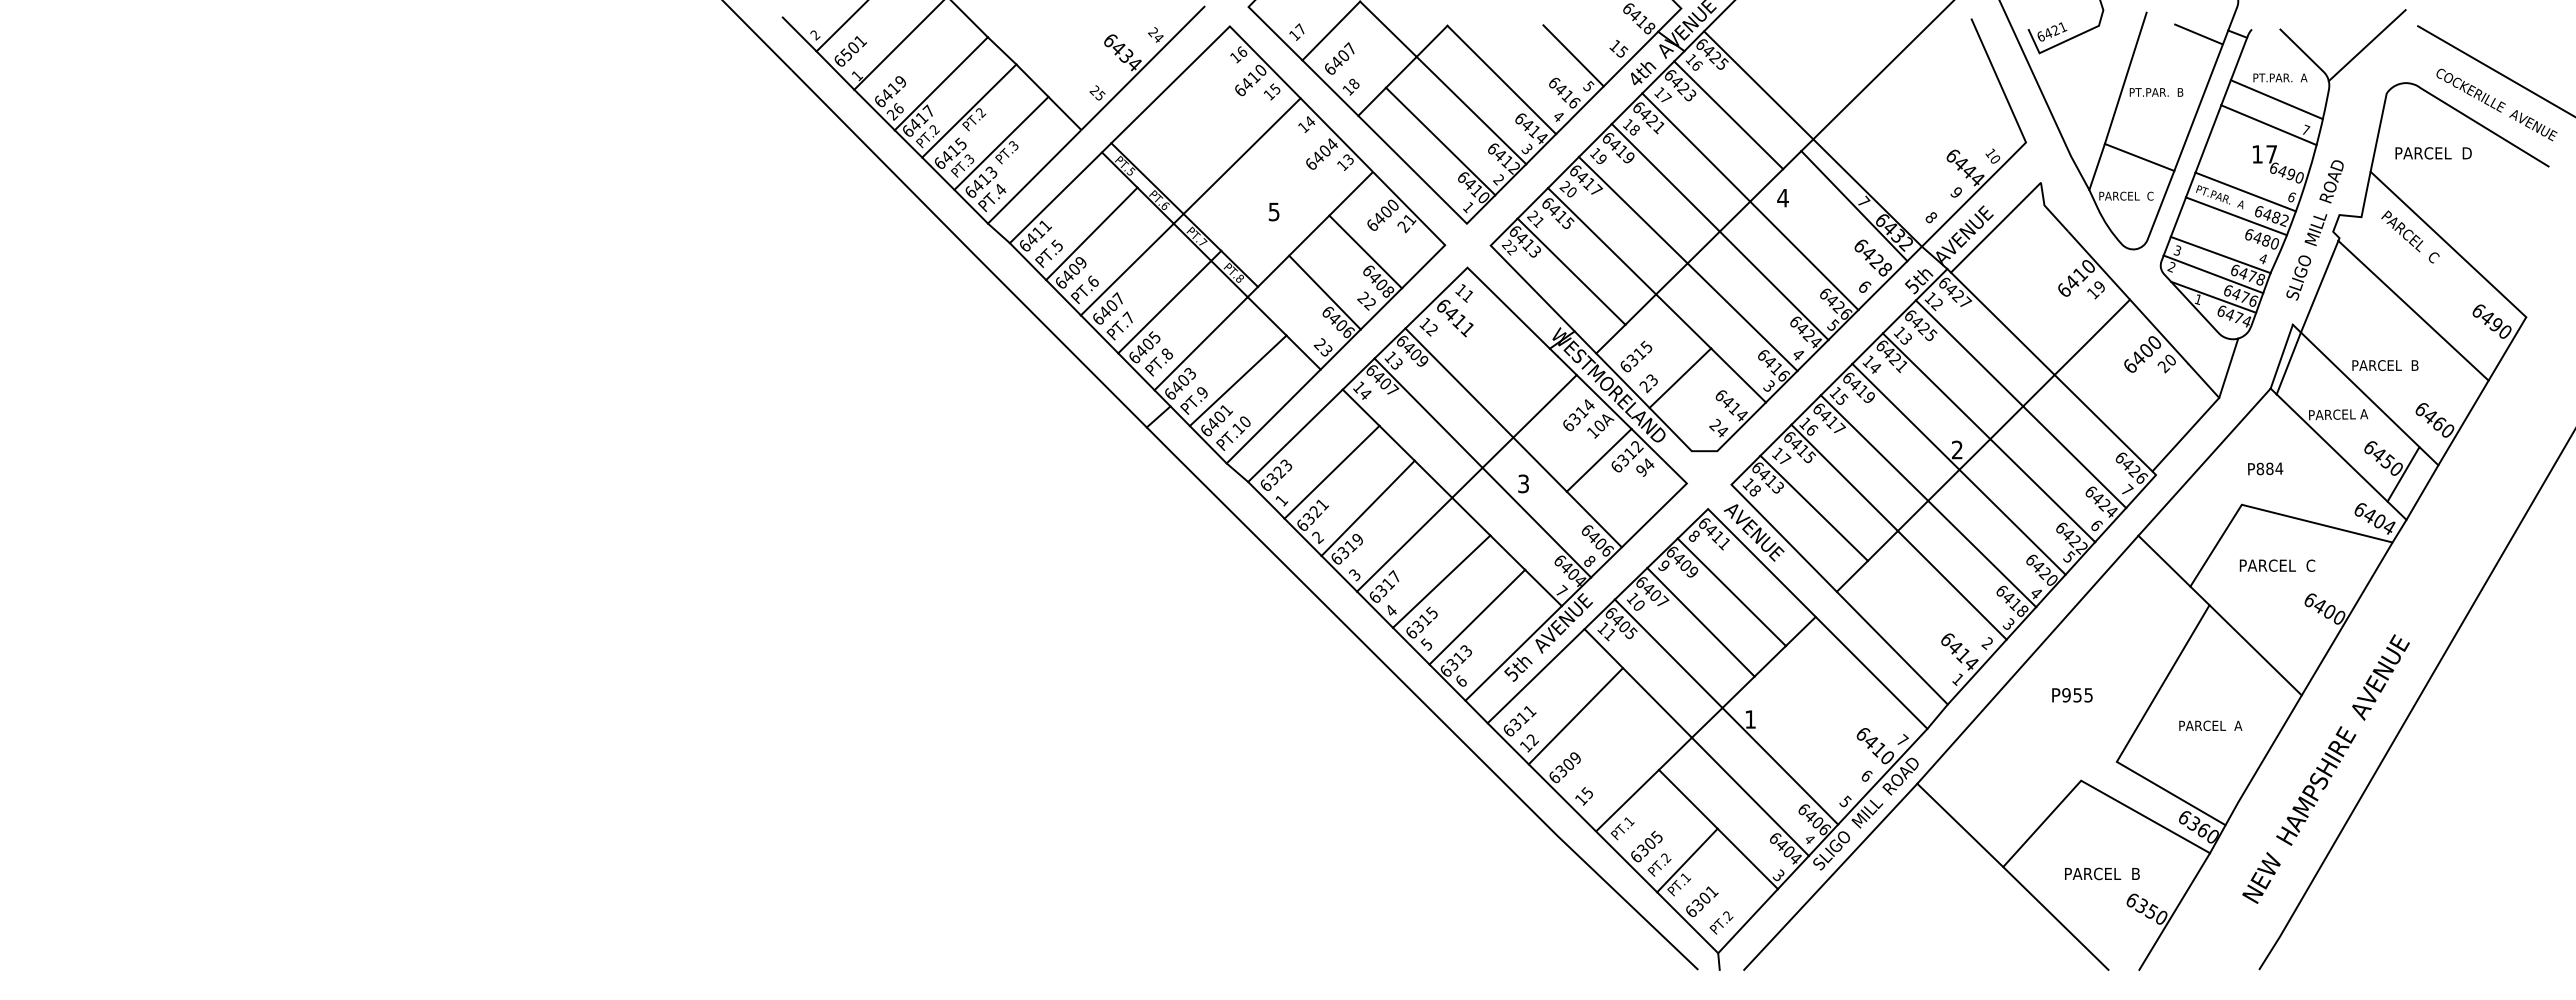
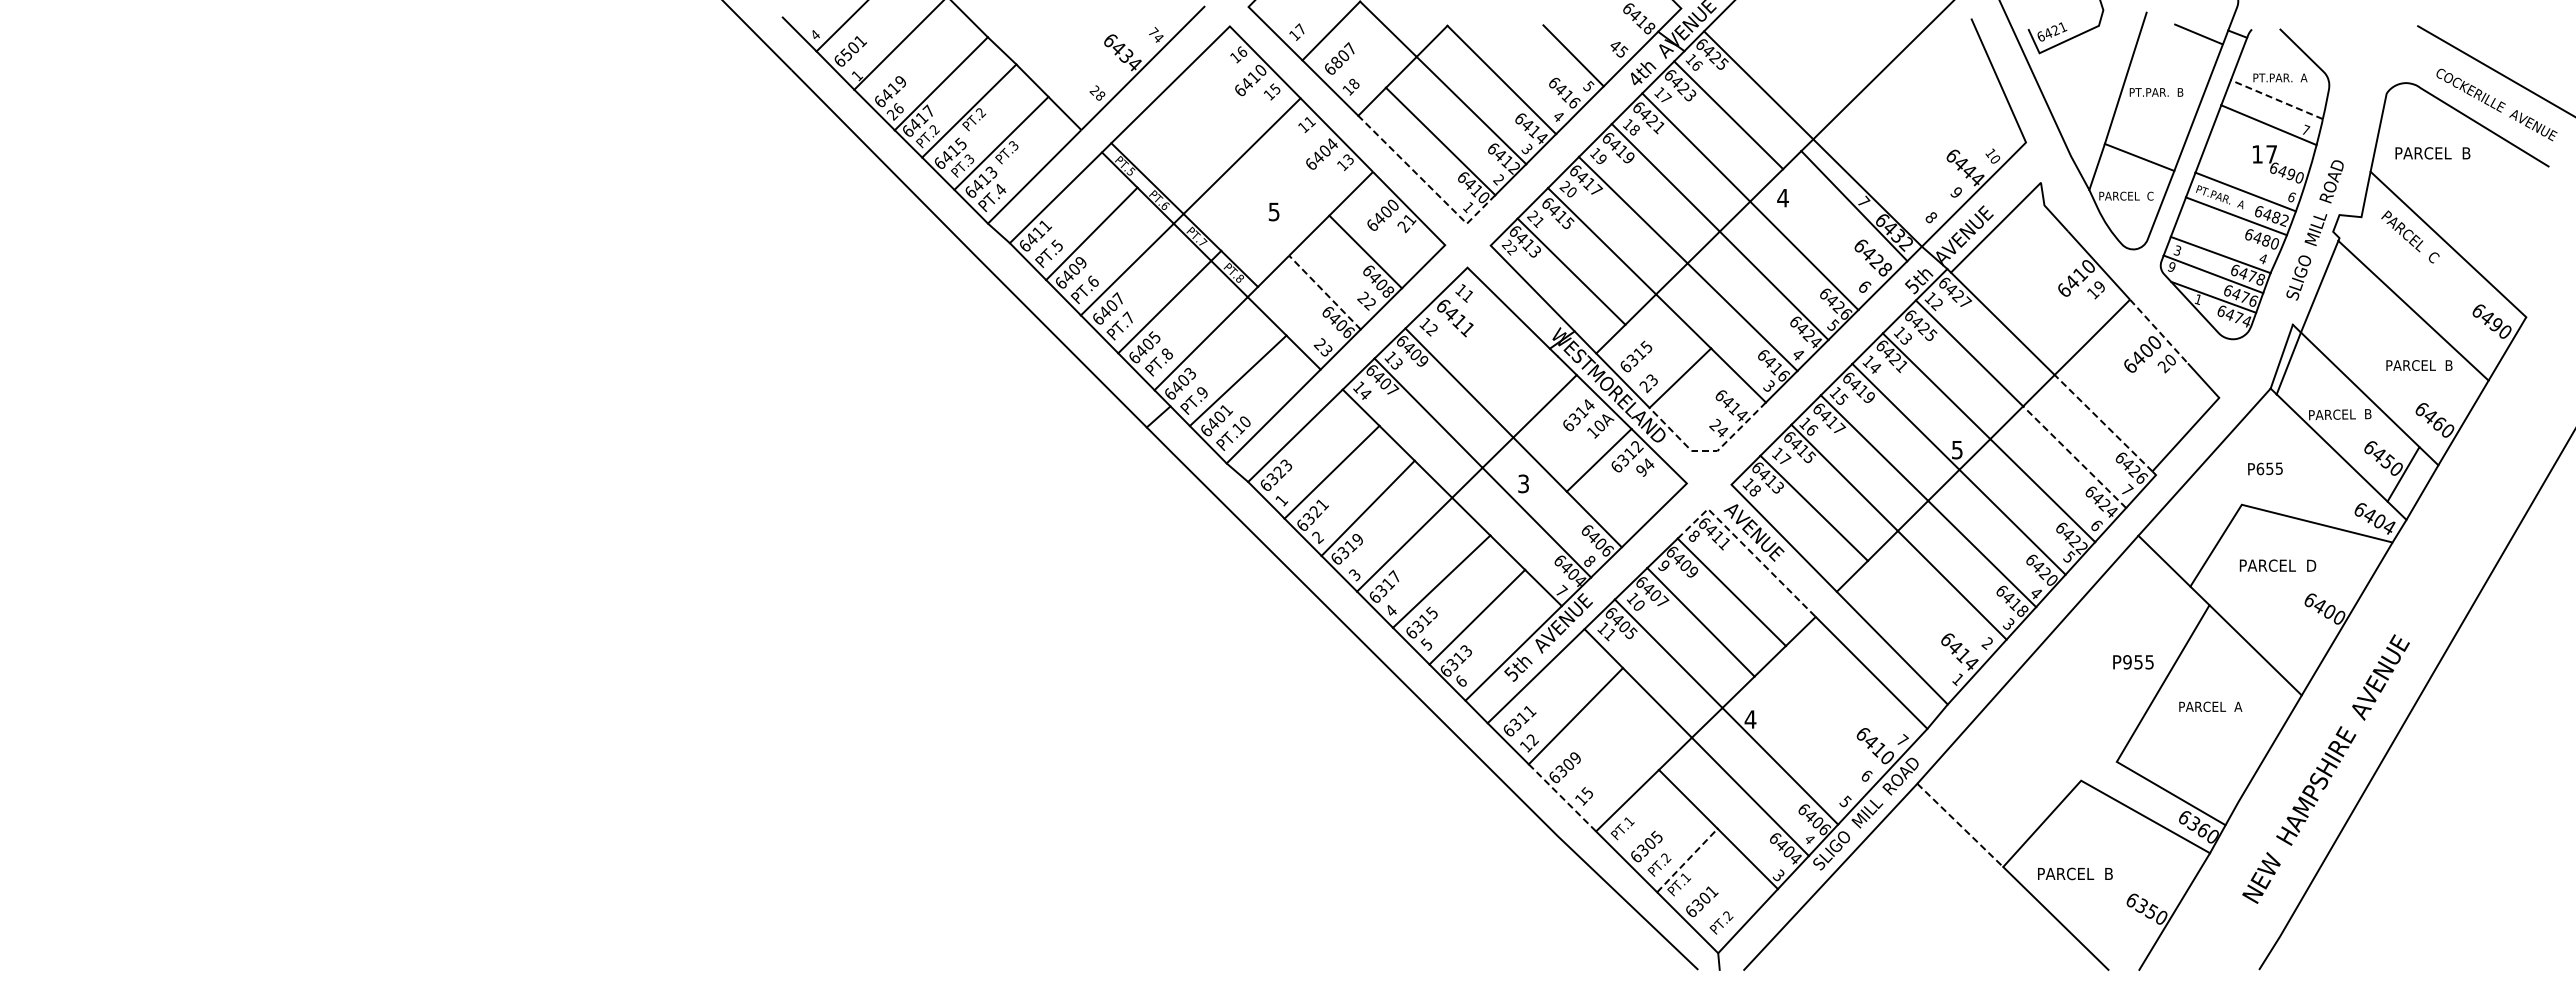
text at (1153, 32): 24 -> 74
text at (815, 35): 2 -> 4
line at (2366, 45): present -> none
text at (1614, 46): 15 -> 45
text at (1336, 62): 6407 -> 6807
text at (1100, 95): 25 -> 28
line at (2276, 99): solid -> dashed
text at (1309, 121): 14 -> 11
text at (2467, 153): PARCEL  D -> PARCEL  B
line at (1427, 184): solid -> dashed
text at (2171, 266): 2 -> 9
line at (1324, 292): solid -> dashed
line at (2159, 331): solid -> dashed
text at (2385, 365) position: (2385, 365) -> (2419, 365)
line at (2228, 367): present -> none
text at (2365, 414): PARCEL A -> PARCEL  B
line at (2103, 423): solid -> dashed
text at (1957, 449): 2 -> 5
line at (1708, 451): solid -> dashed
line at (2074, 456): solid -> dashed
text at (2269, 468): P884 -> P655
line at (1746, 547): solid -> dashed
text at (2311, 565): PARCEL  C -> PARCEL  D
text at (2072, 695) position: (2072, 695) -> (2133, 662)
text at (1750, 719): 1 -> 4
text at (2210, 725) position: (2210, 725) -> (2210, 706)
line at (1561, 797): solid -> dashed
line at (1960, 825): solid -> dashed
line at (1687, 860): solid -> dashed
text at (2102, 873) position: (2102, 873) -> (2075, 873)
